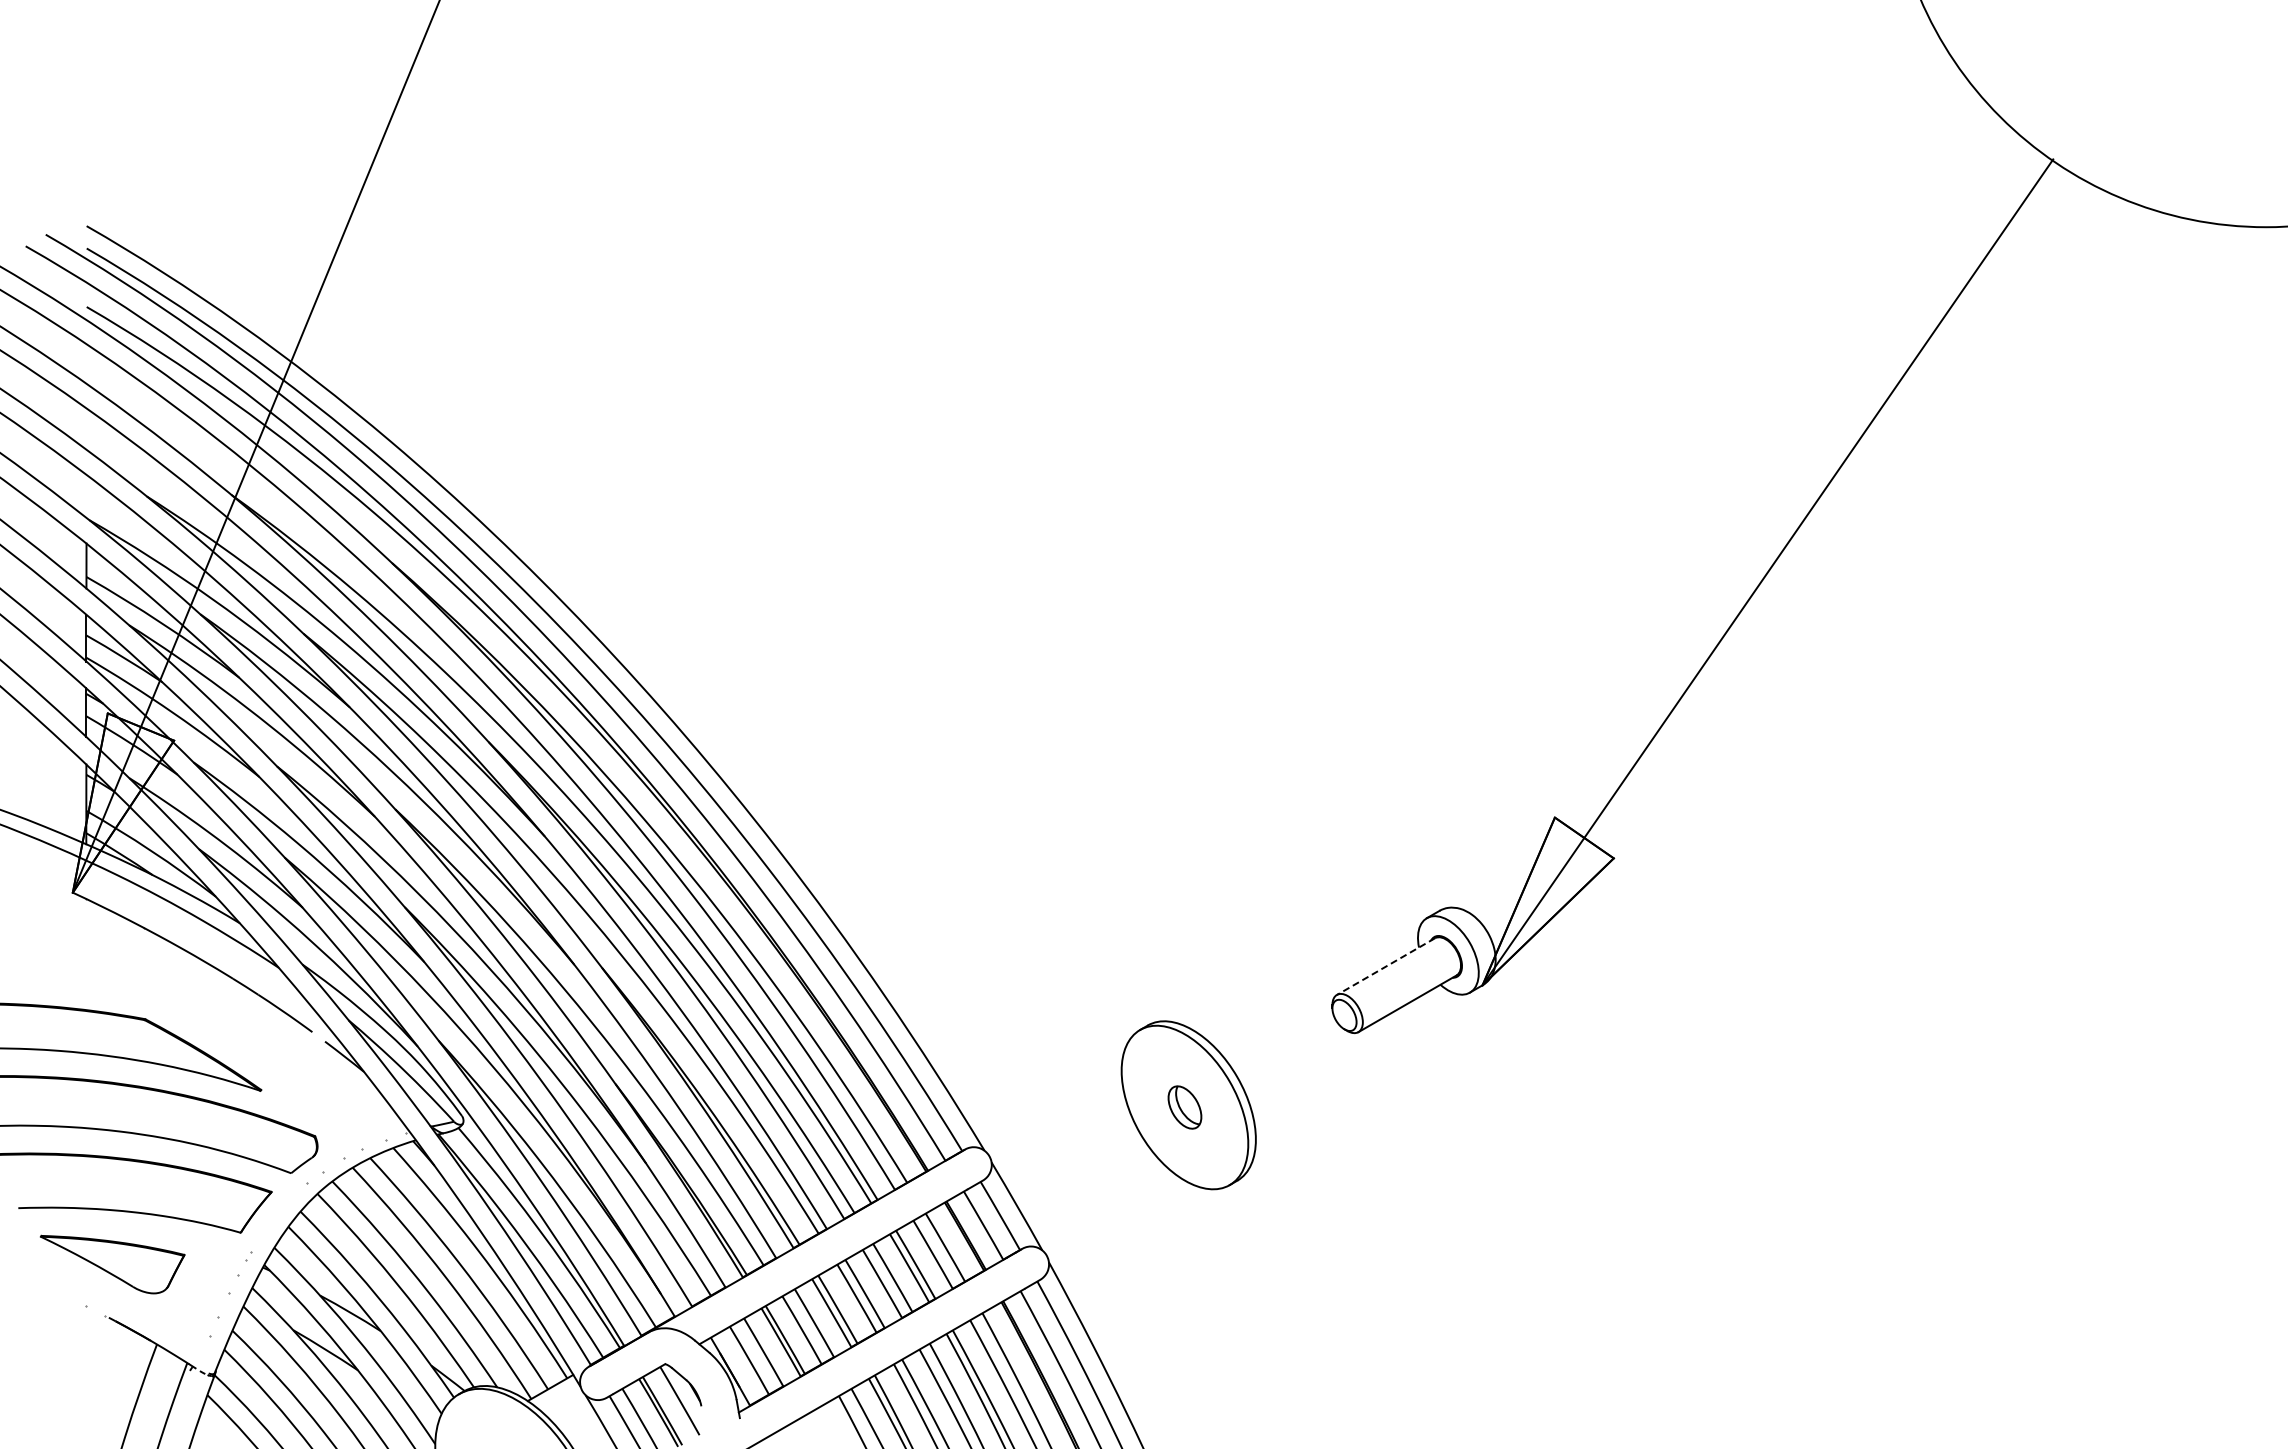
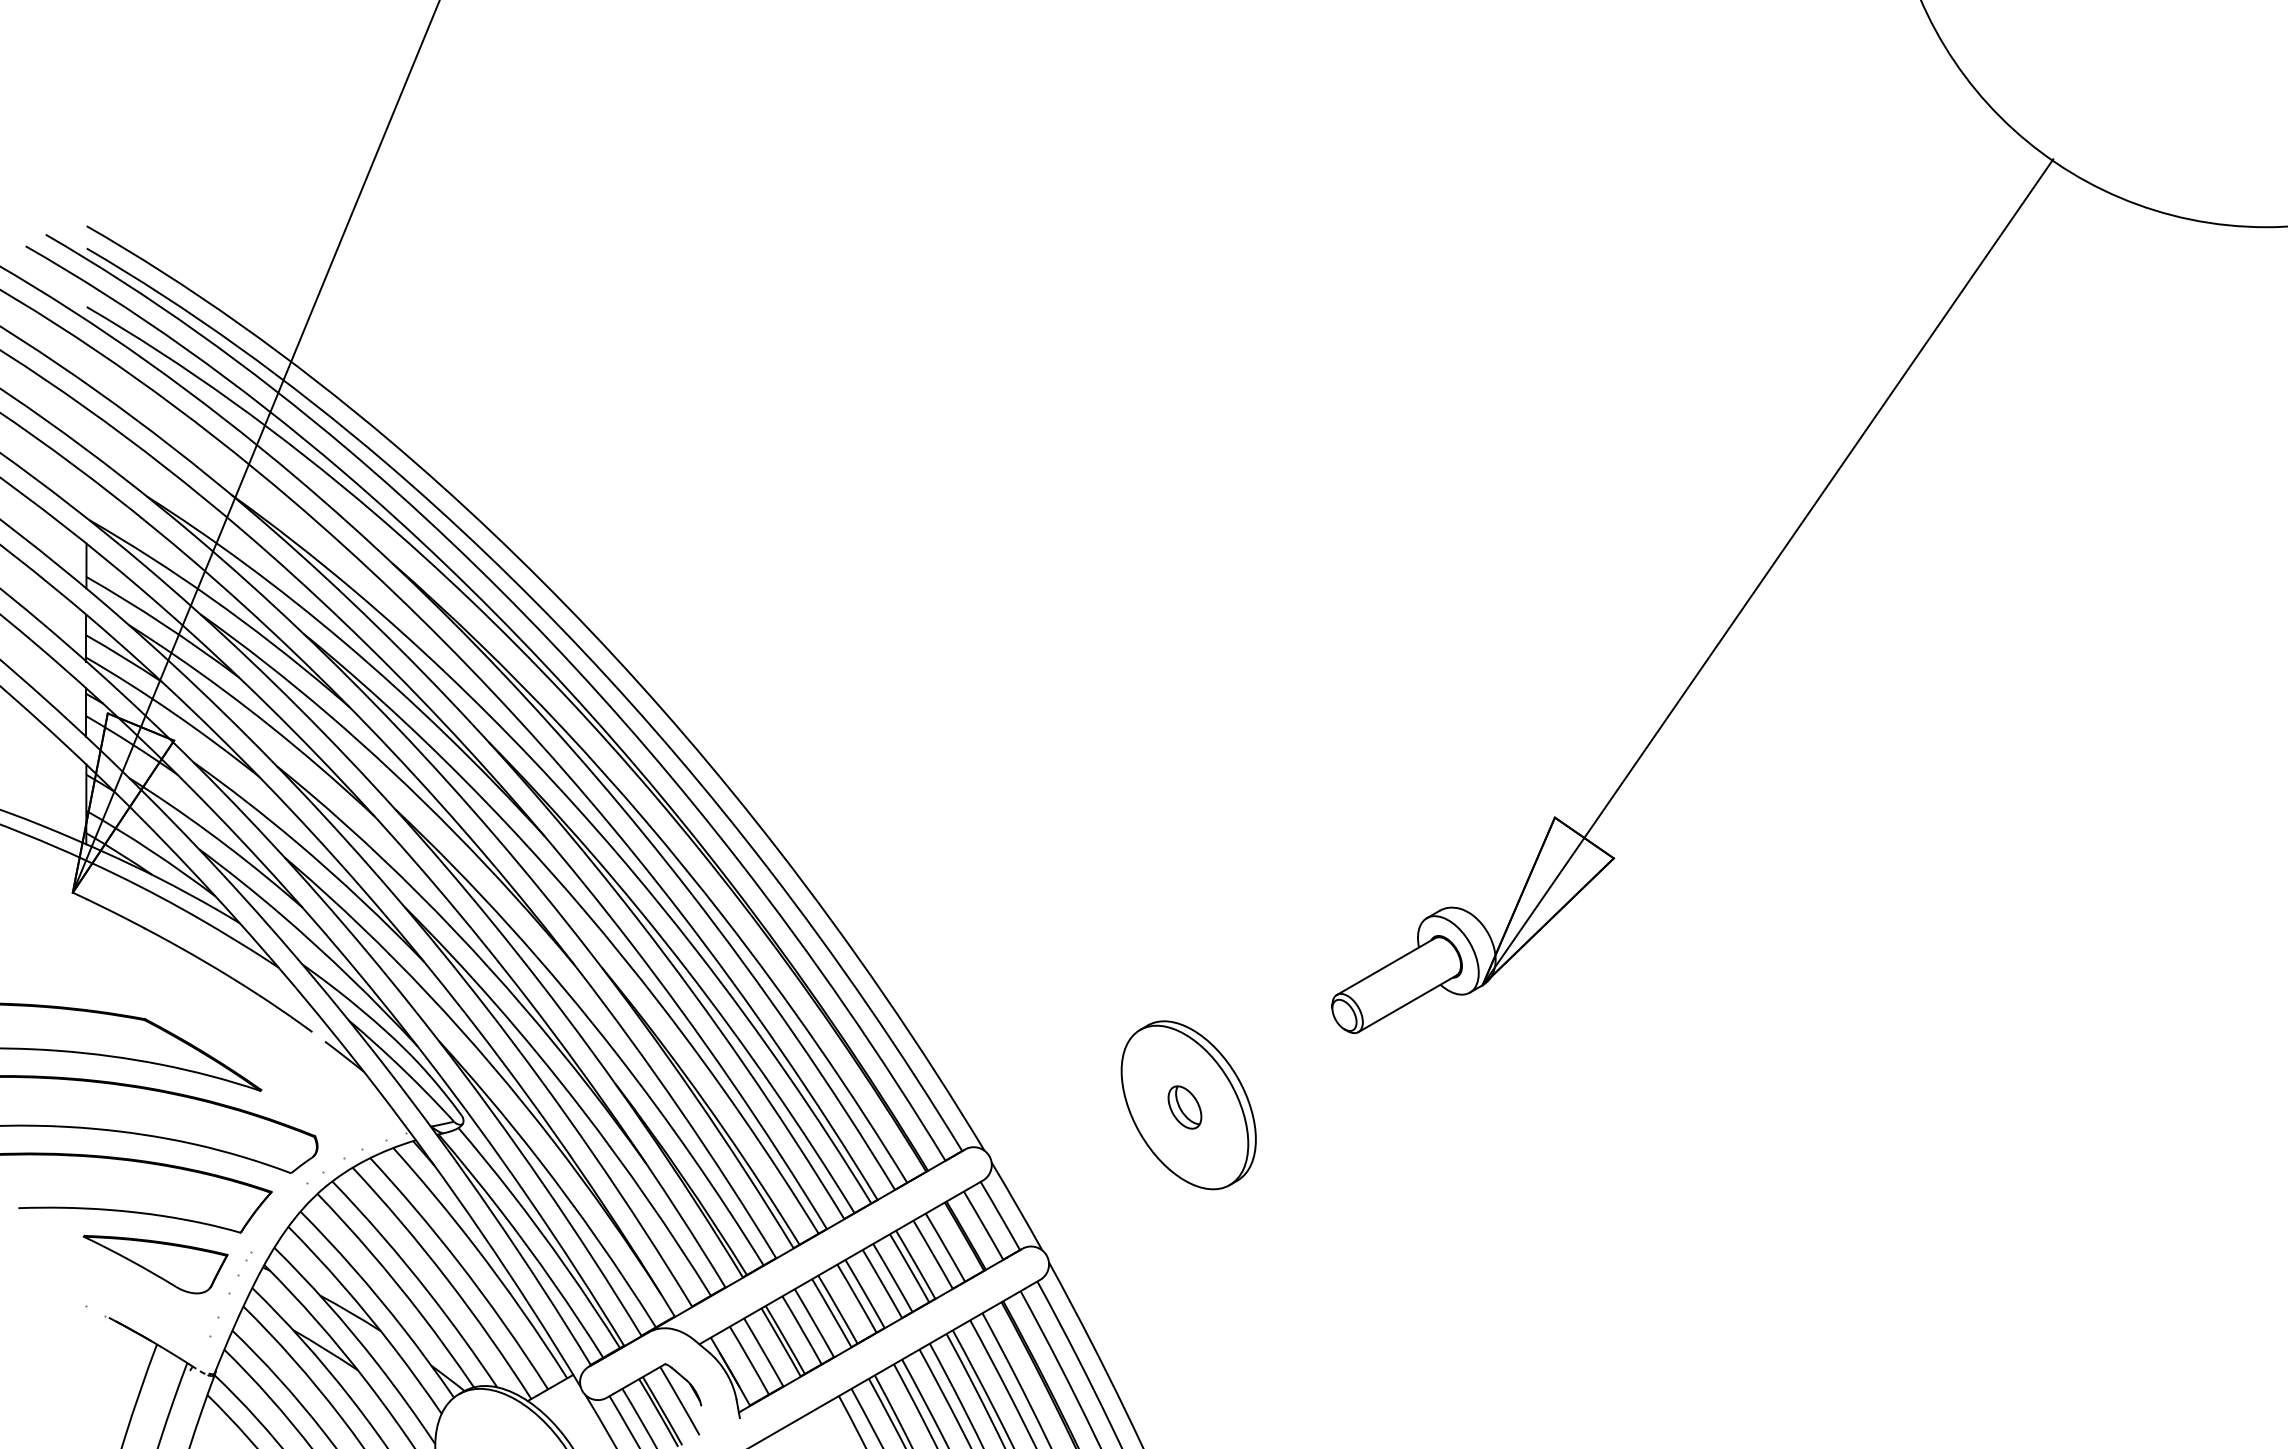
line at (1386, 966): dashed -> solid
part at (112, 1264) position: (112, 1264) -> (155, 1264)
